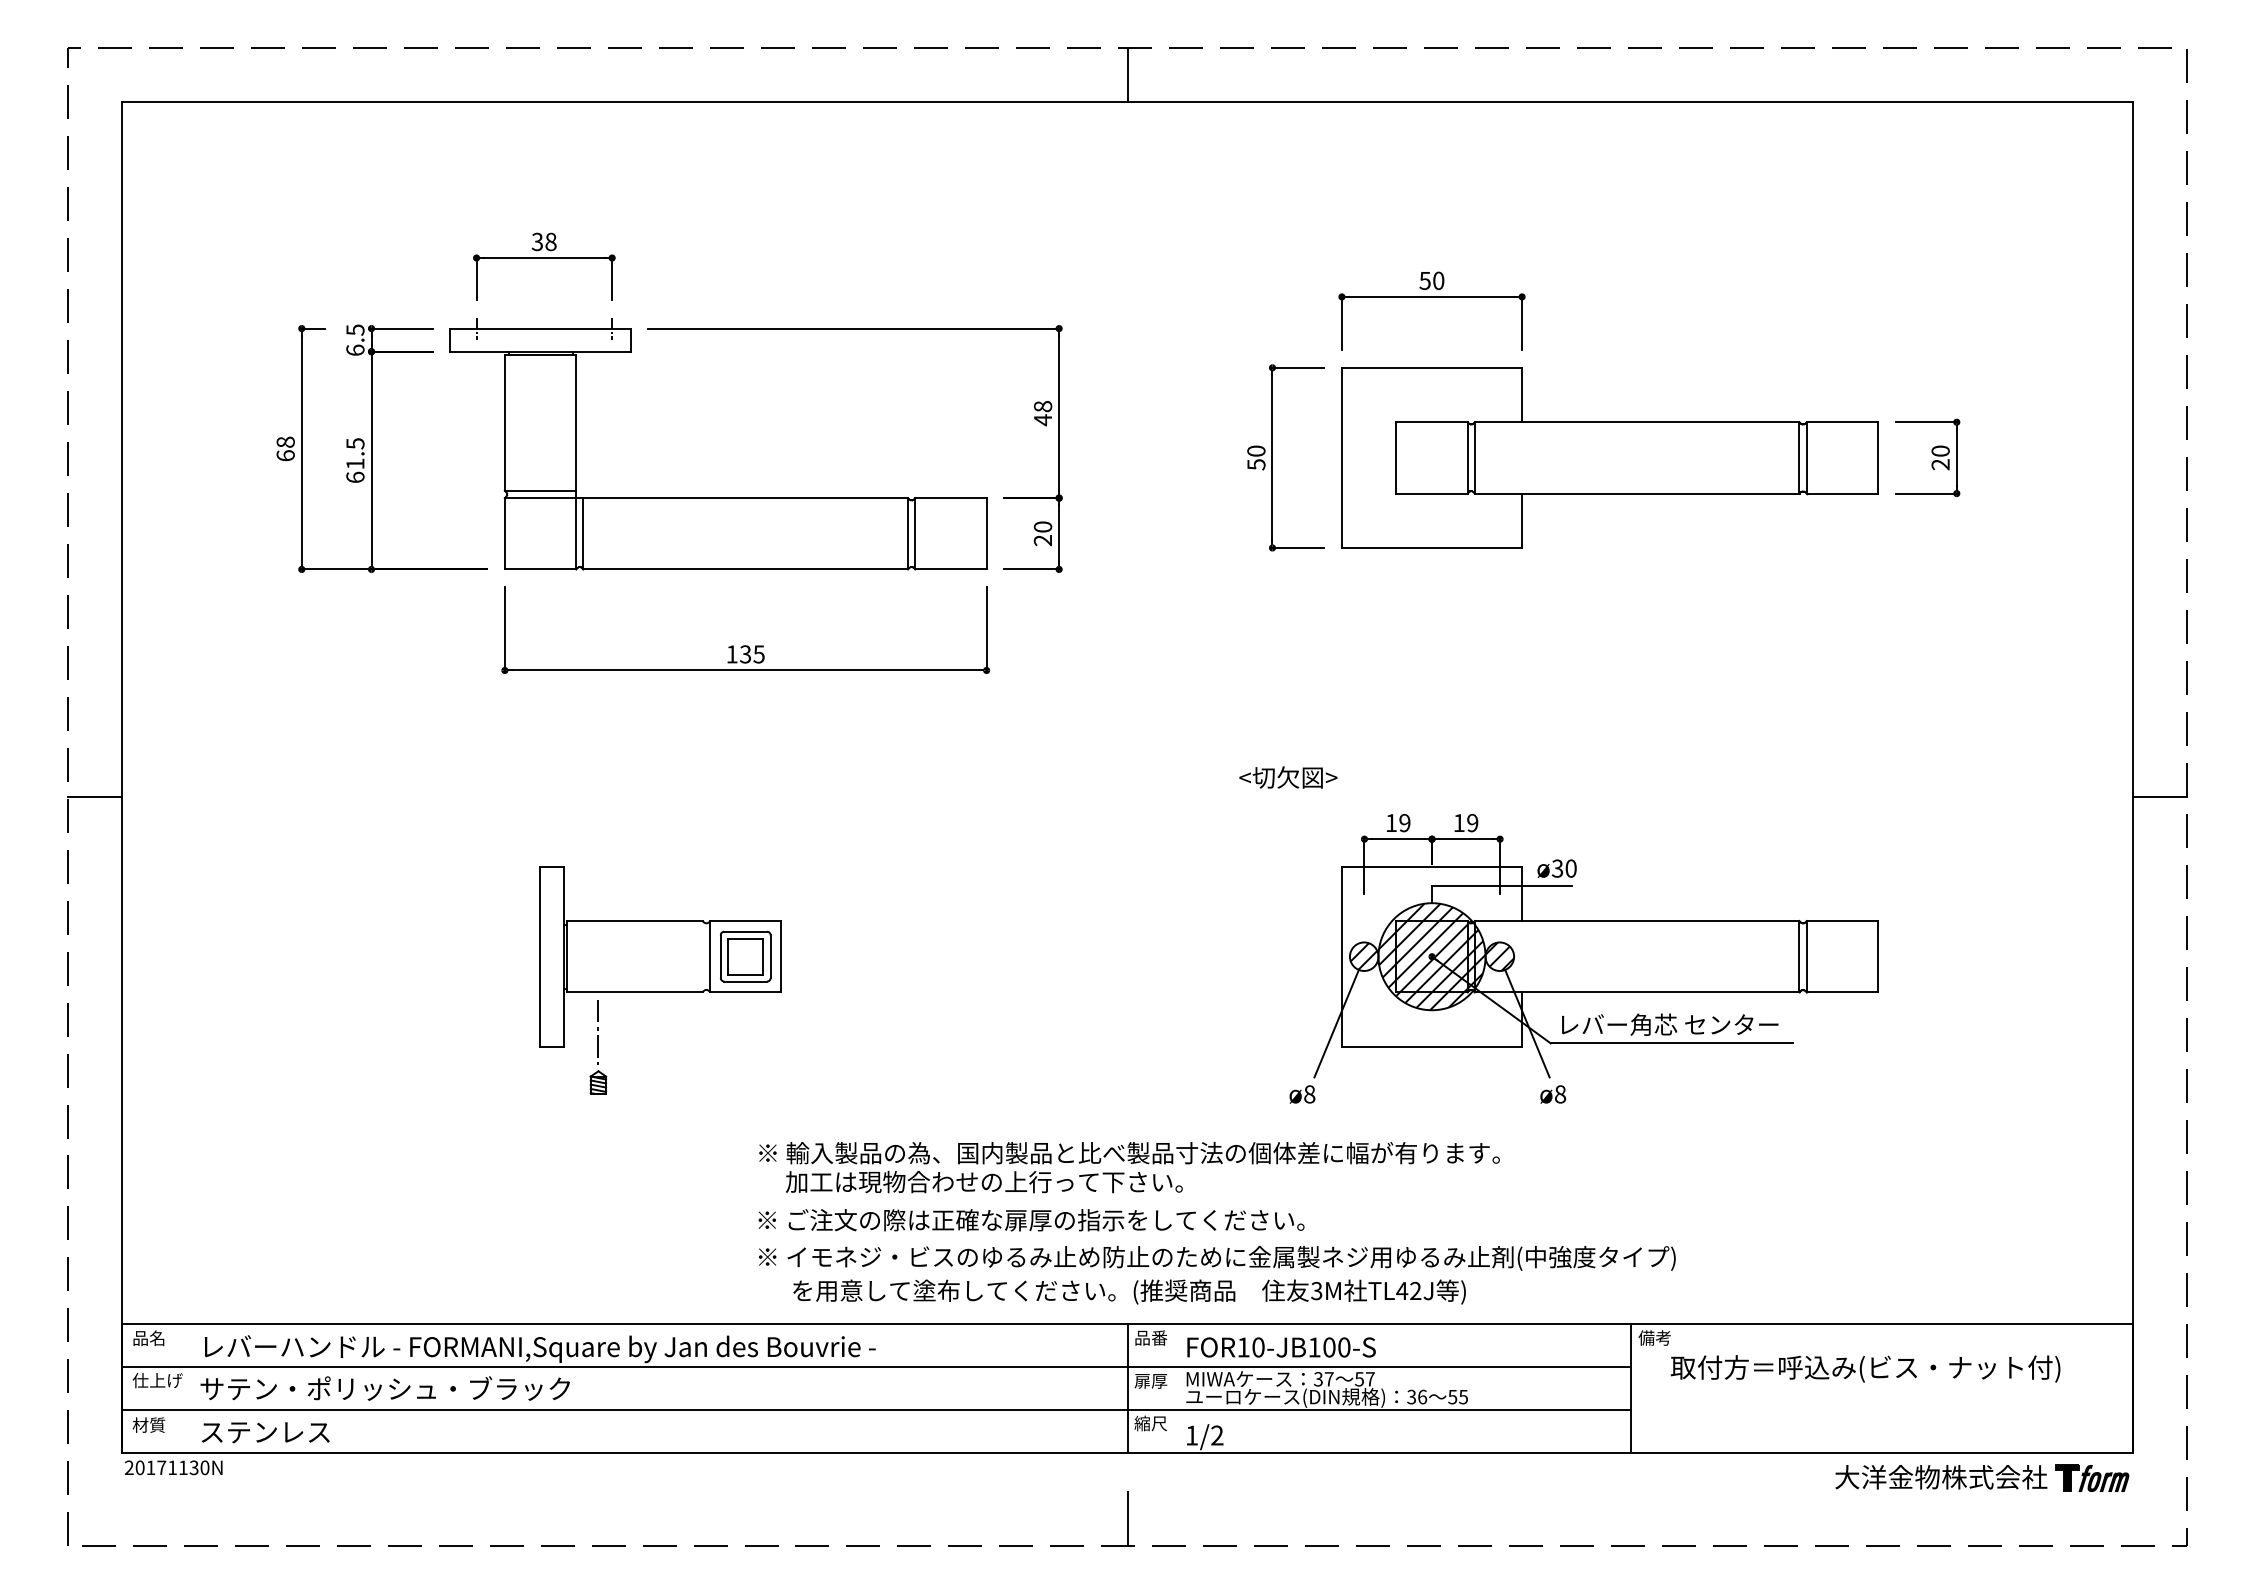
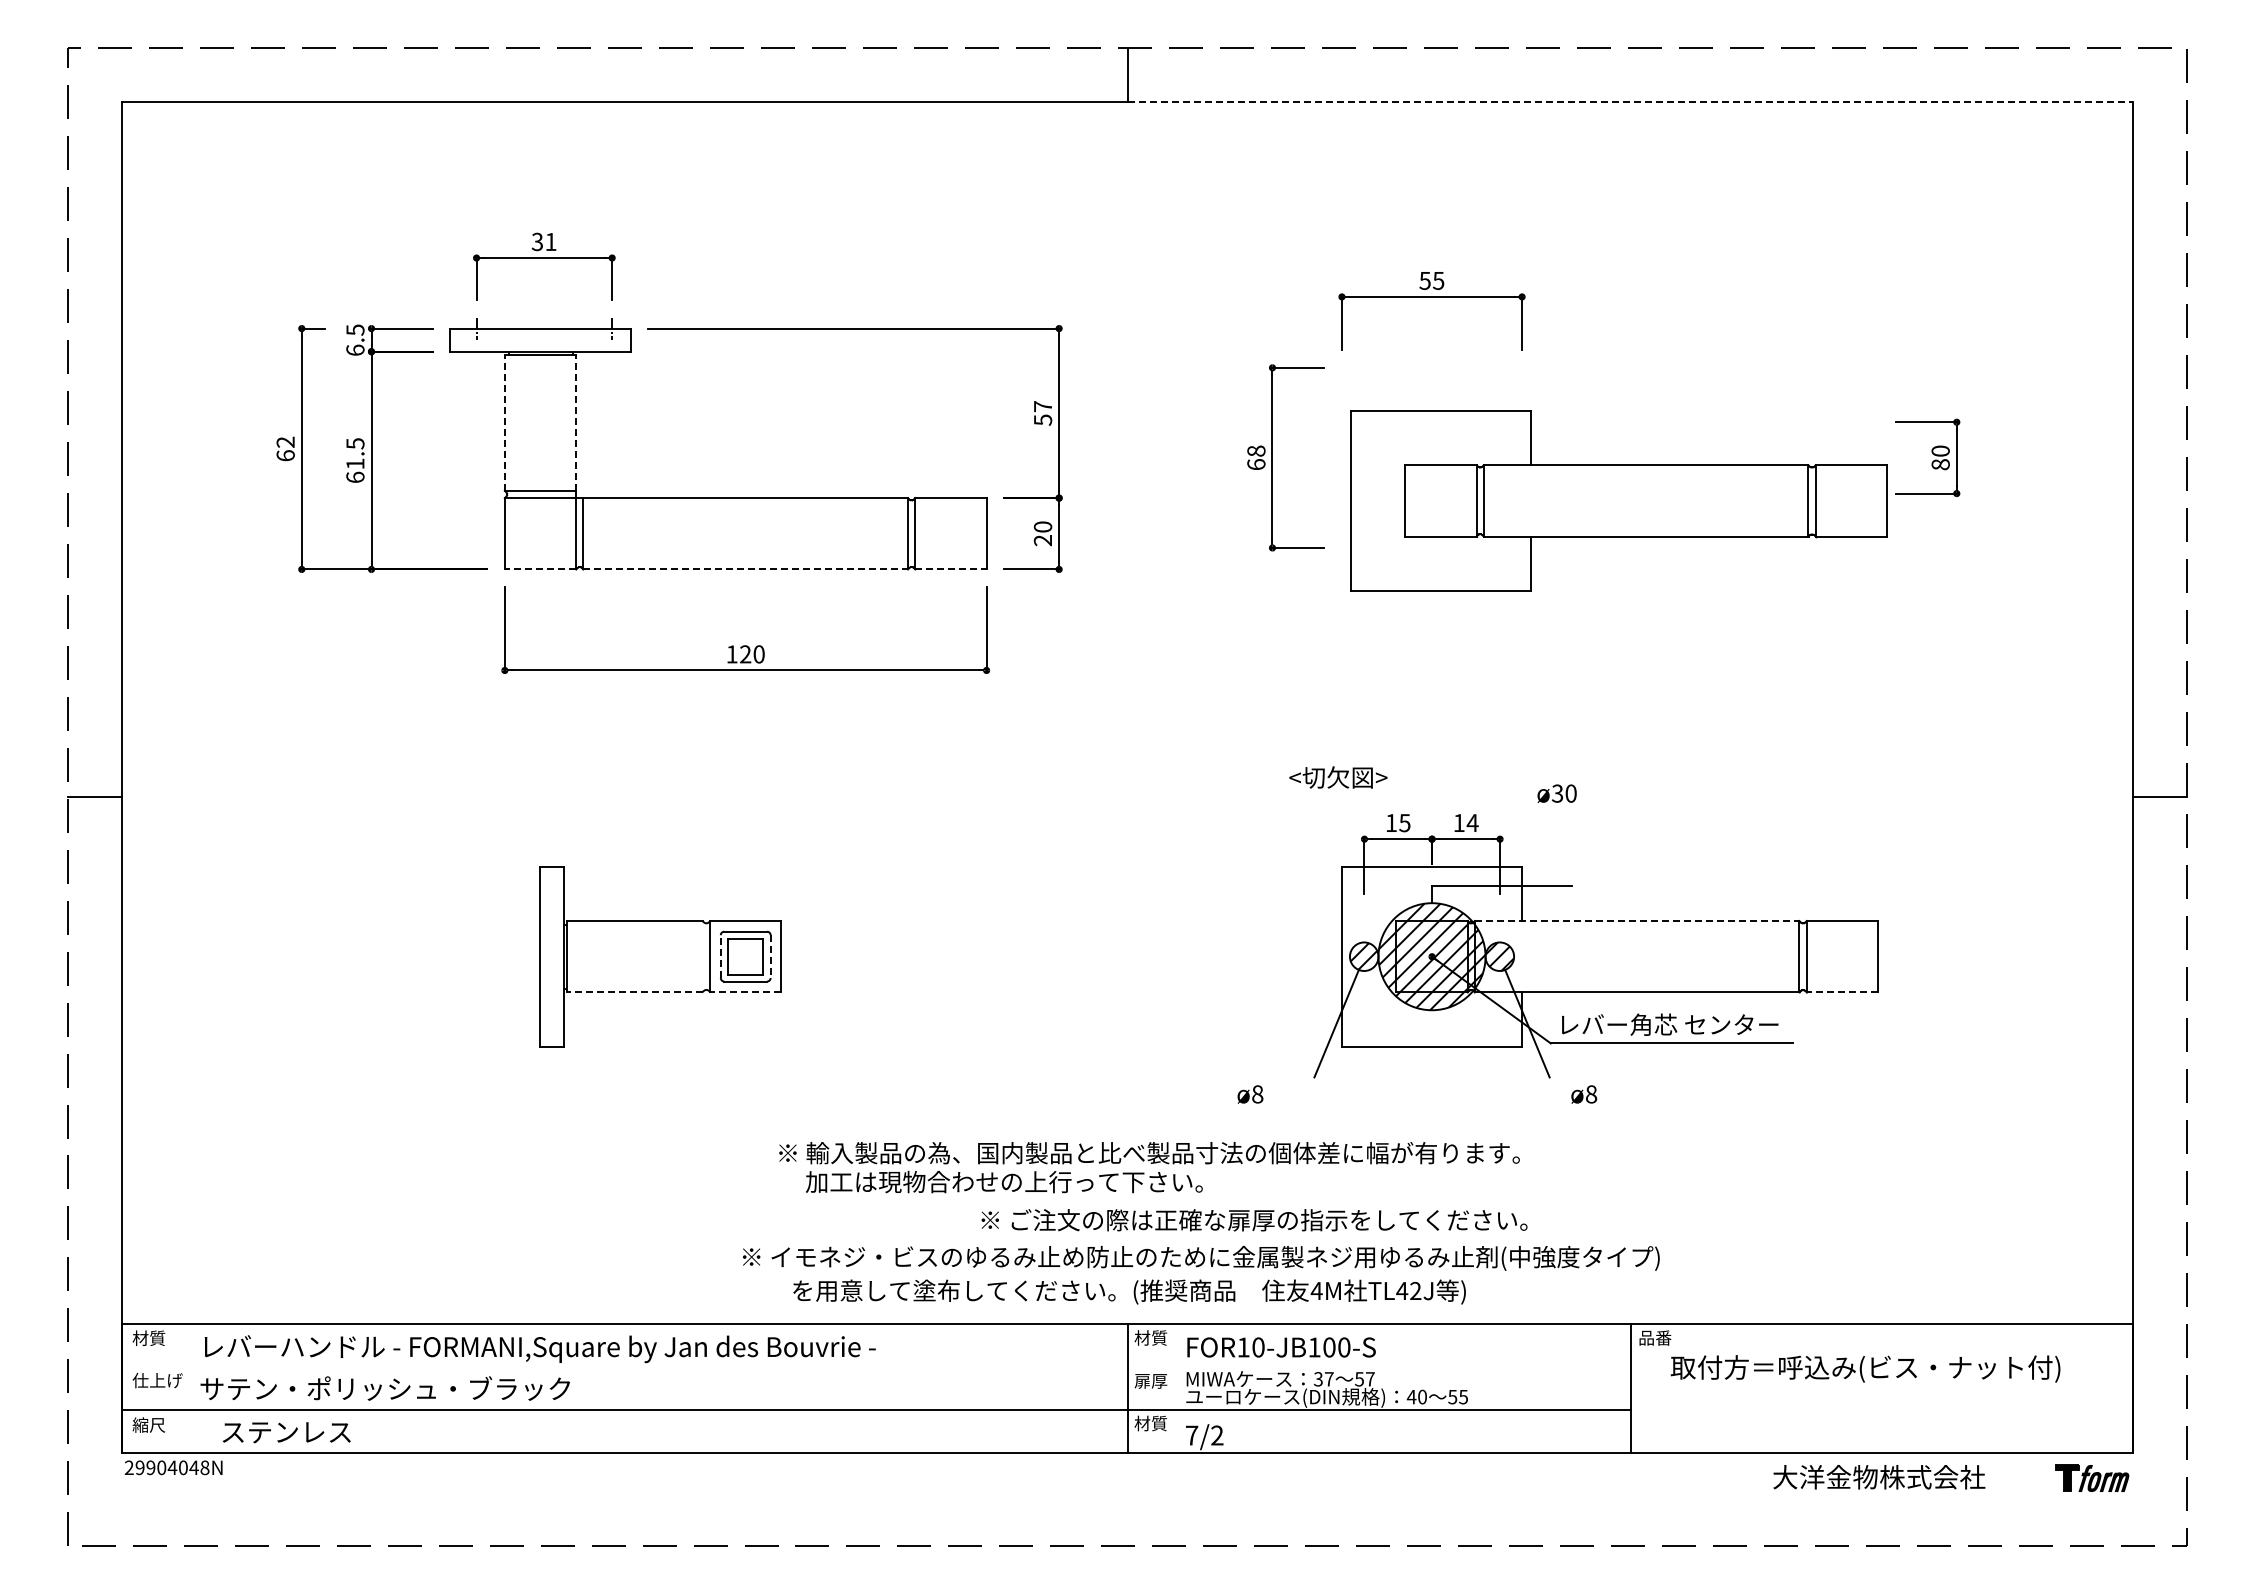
line at (1630, 102): solid -> dashed
text at (550, 241): 38 -> 31
text at (1438, 280): 50 -> 55
text at (1042, 413): 48 -> 57
line at (504, 423): solid -> dashed
line at (576, 423): solid -> dashed
text at (285, 441): 68 -> 62
text at (1256, 457): 50 -> 68
part at (1609, 457) position: (1609, 457) -> (1618, 500)
text at (1940, 464): 20 -> 80
line at (540, 569): solid -> dashed
line at (746, 569): solid -> dashed
line at (950, 569): solid -> dashed
text at (752, 654): 135 -> 120
text at (1288, 777) position: (1288, 777) -> (1338, 777)
text at (1404, 822): 19 -> 15
text at (1472, 822): 19 -> 14
text at (1556, 868) position: (1556, 868) -> (1556, 793)
line at (1637, 921): solid -> dashed
line at (720, 956): solid -> dashed
line at (770, 957): solid -> dashed
line at (635, 992): solid -> dashed
line at (745, 992): solid -> dashed
line at (1842, 992): solid -> dashed
part at (598, 1047): present -> none
text at (1302, 1094) position: (1302, 1094) -> (1250, 1094)
text at (1553, 1094) position: (1553, 1094) -> (1584, 1094)
text at (1129, 1167) position: (1129, 1167) -> (1149, 1167)
text at (1031, 1220) position: (1031, 1220) -> (1254, 1220)
text at (1217, 1257) position: (1217, 1257) -> (1201, 1257)
text at (1316, 1290): 3M -> 4M
text at (1150, 1337): 品番 -> 材質
text at (1654, 1337): 備考 -> 品番
text at (148, 1338): 品名 -> 材質
line at (876, 1367): present -> none
text at (1416, 1396): 36 -> 40
text at (1150, 1423): 縮尺 -> 材質
text at (148, 1424): 材質 -> 縮尺
text at (265, 1432) position: (265, 1432) -> (286, 1432)
text at (1192, 1435): 1/2 -> 7/2
text at (172, 1467): 20171130N -> 29904048N
text at (1941, 1477) position: (1941, 1477) -> (1879, 1477)
line at (1127, 1518): present -> none
